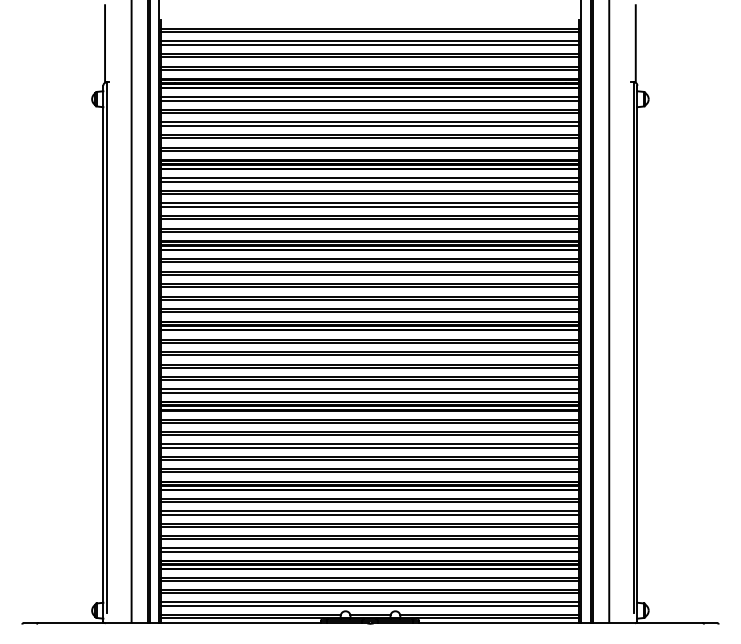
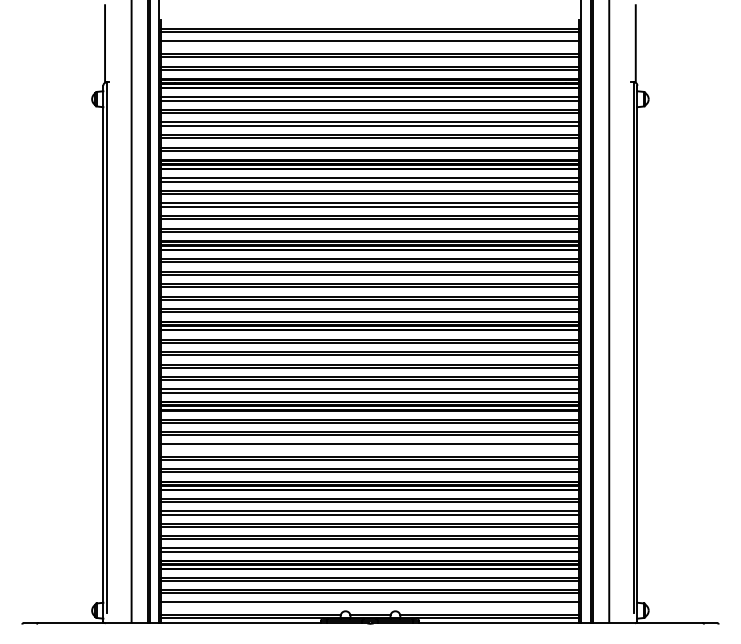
line at (370, 44): present -> none
line at (370, 447): present -> none
line at (370, 605): present -> none
